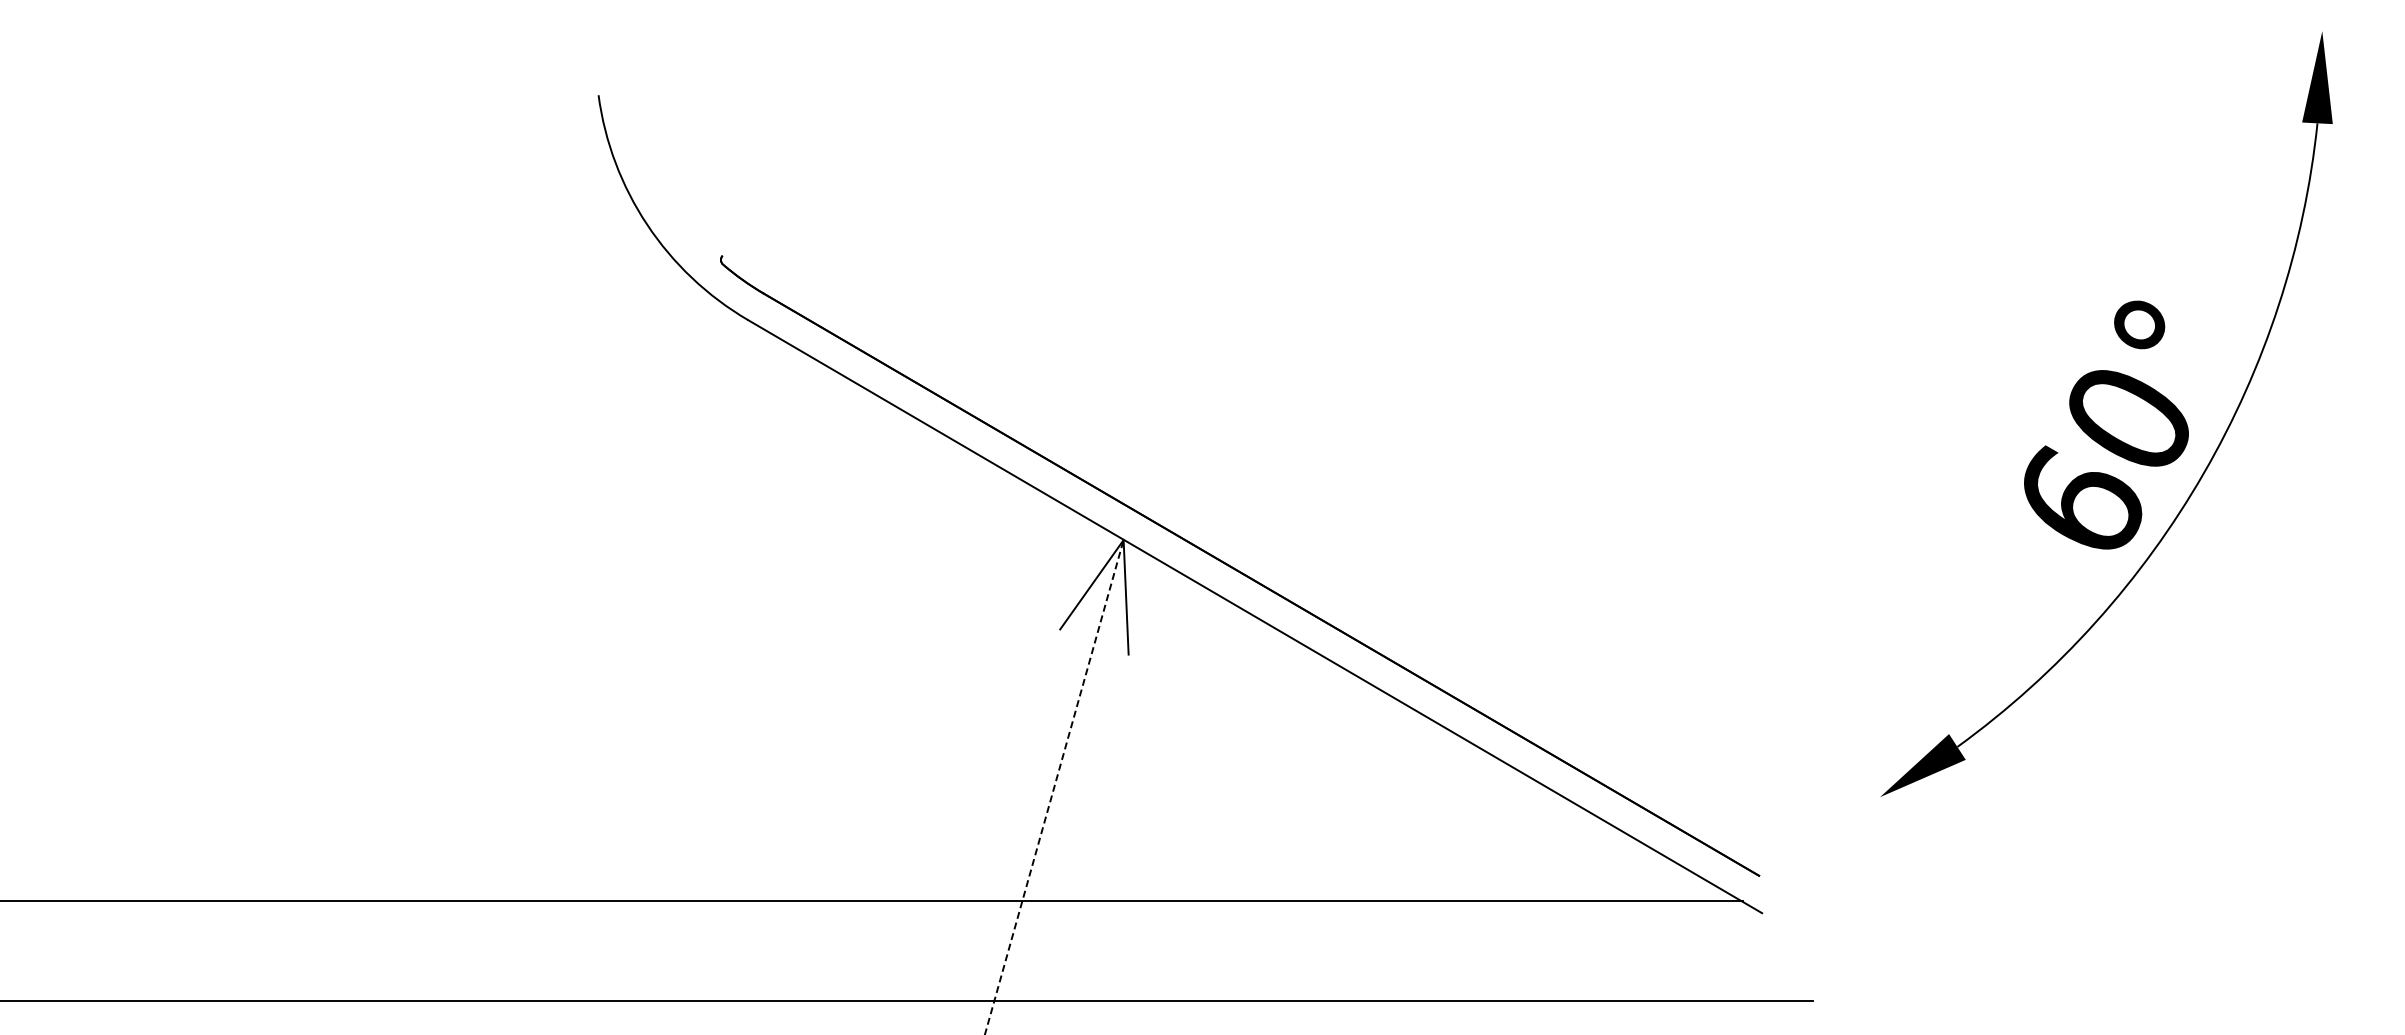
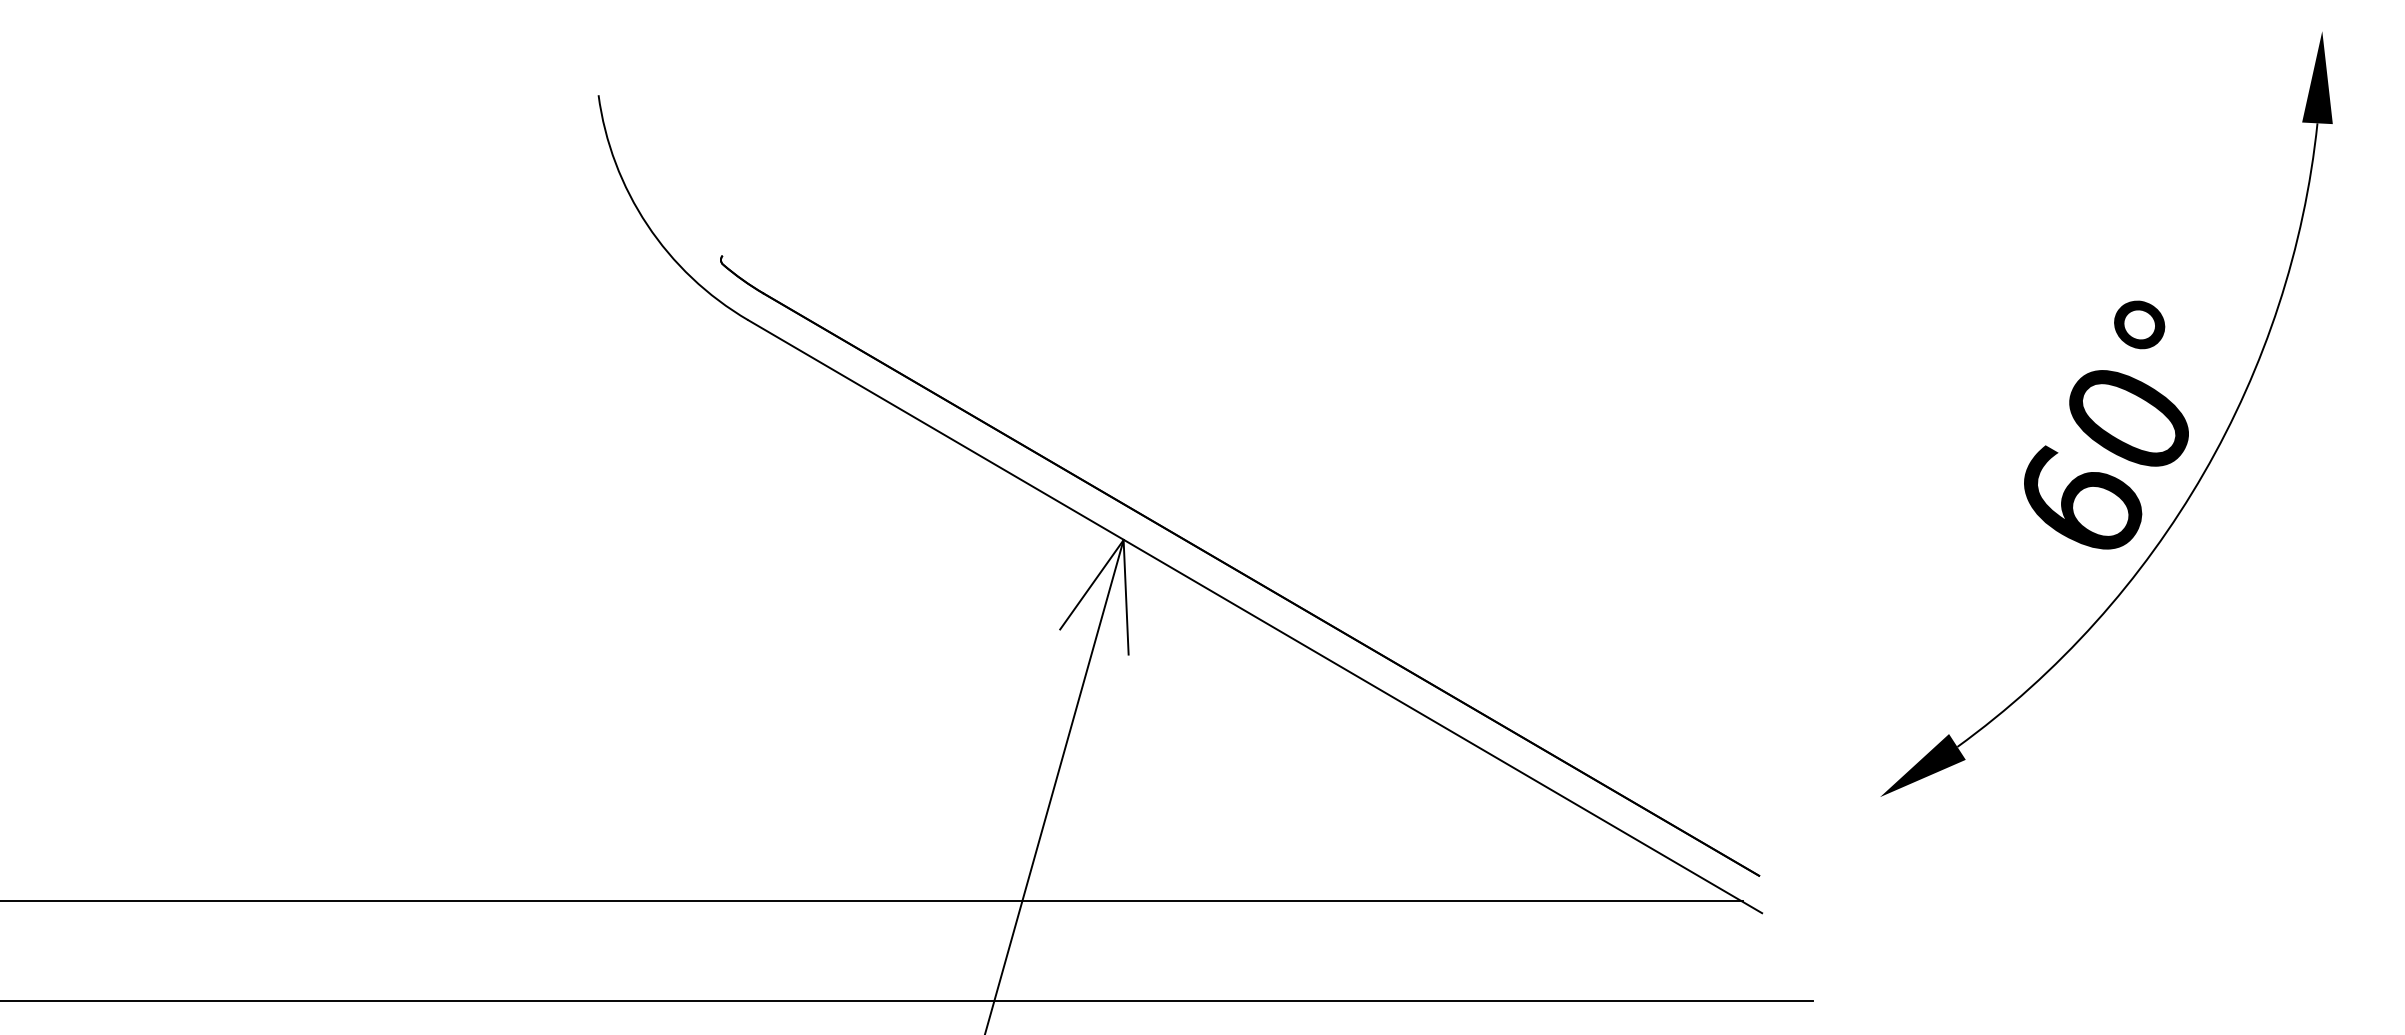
line at (1054, 787): dashed -> solid
